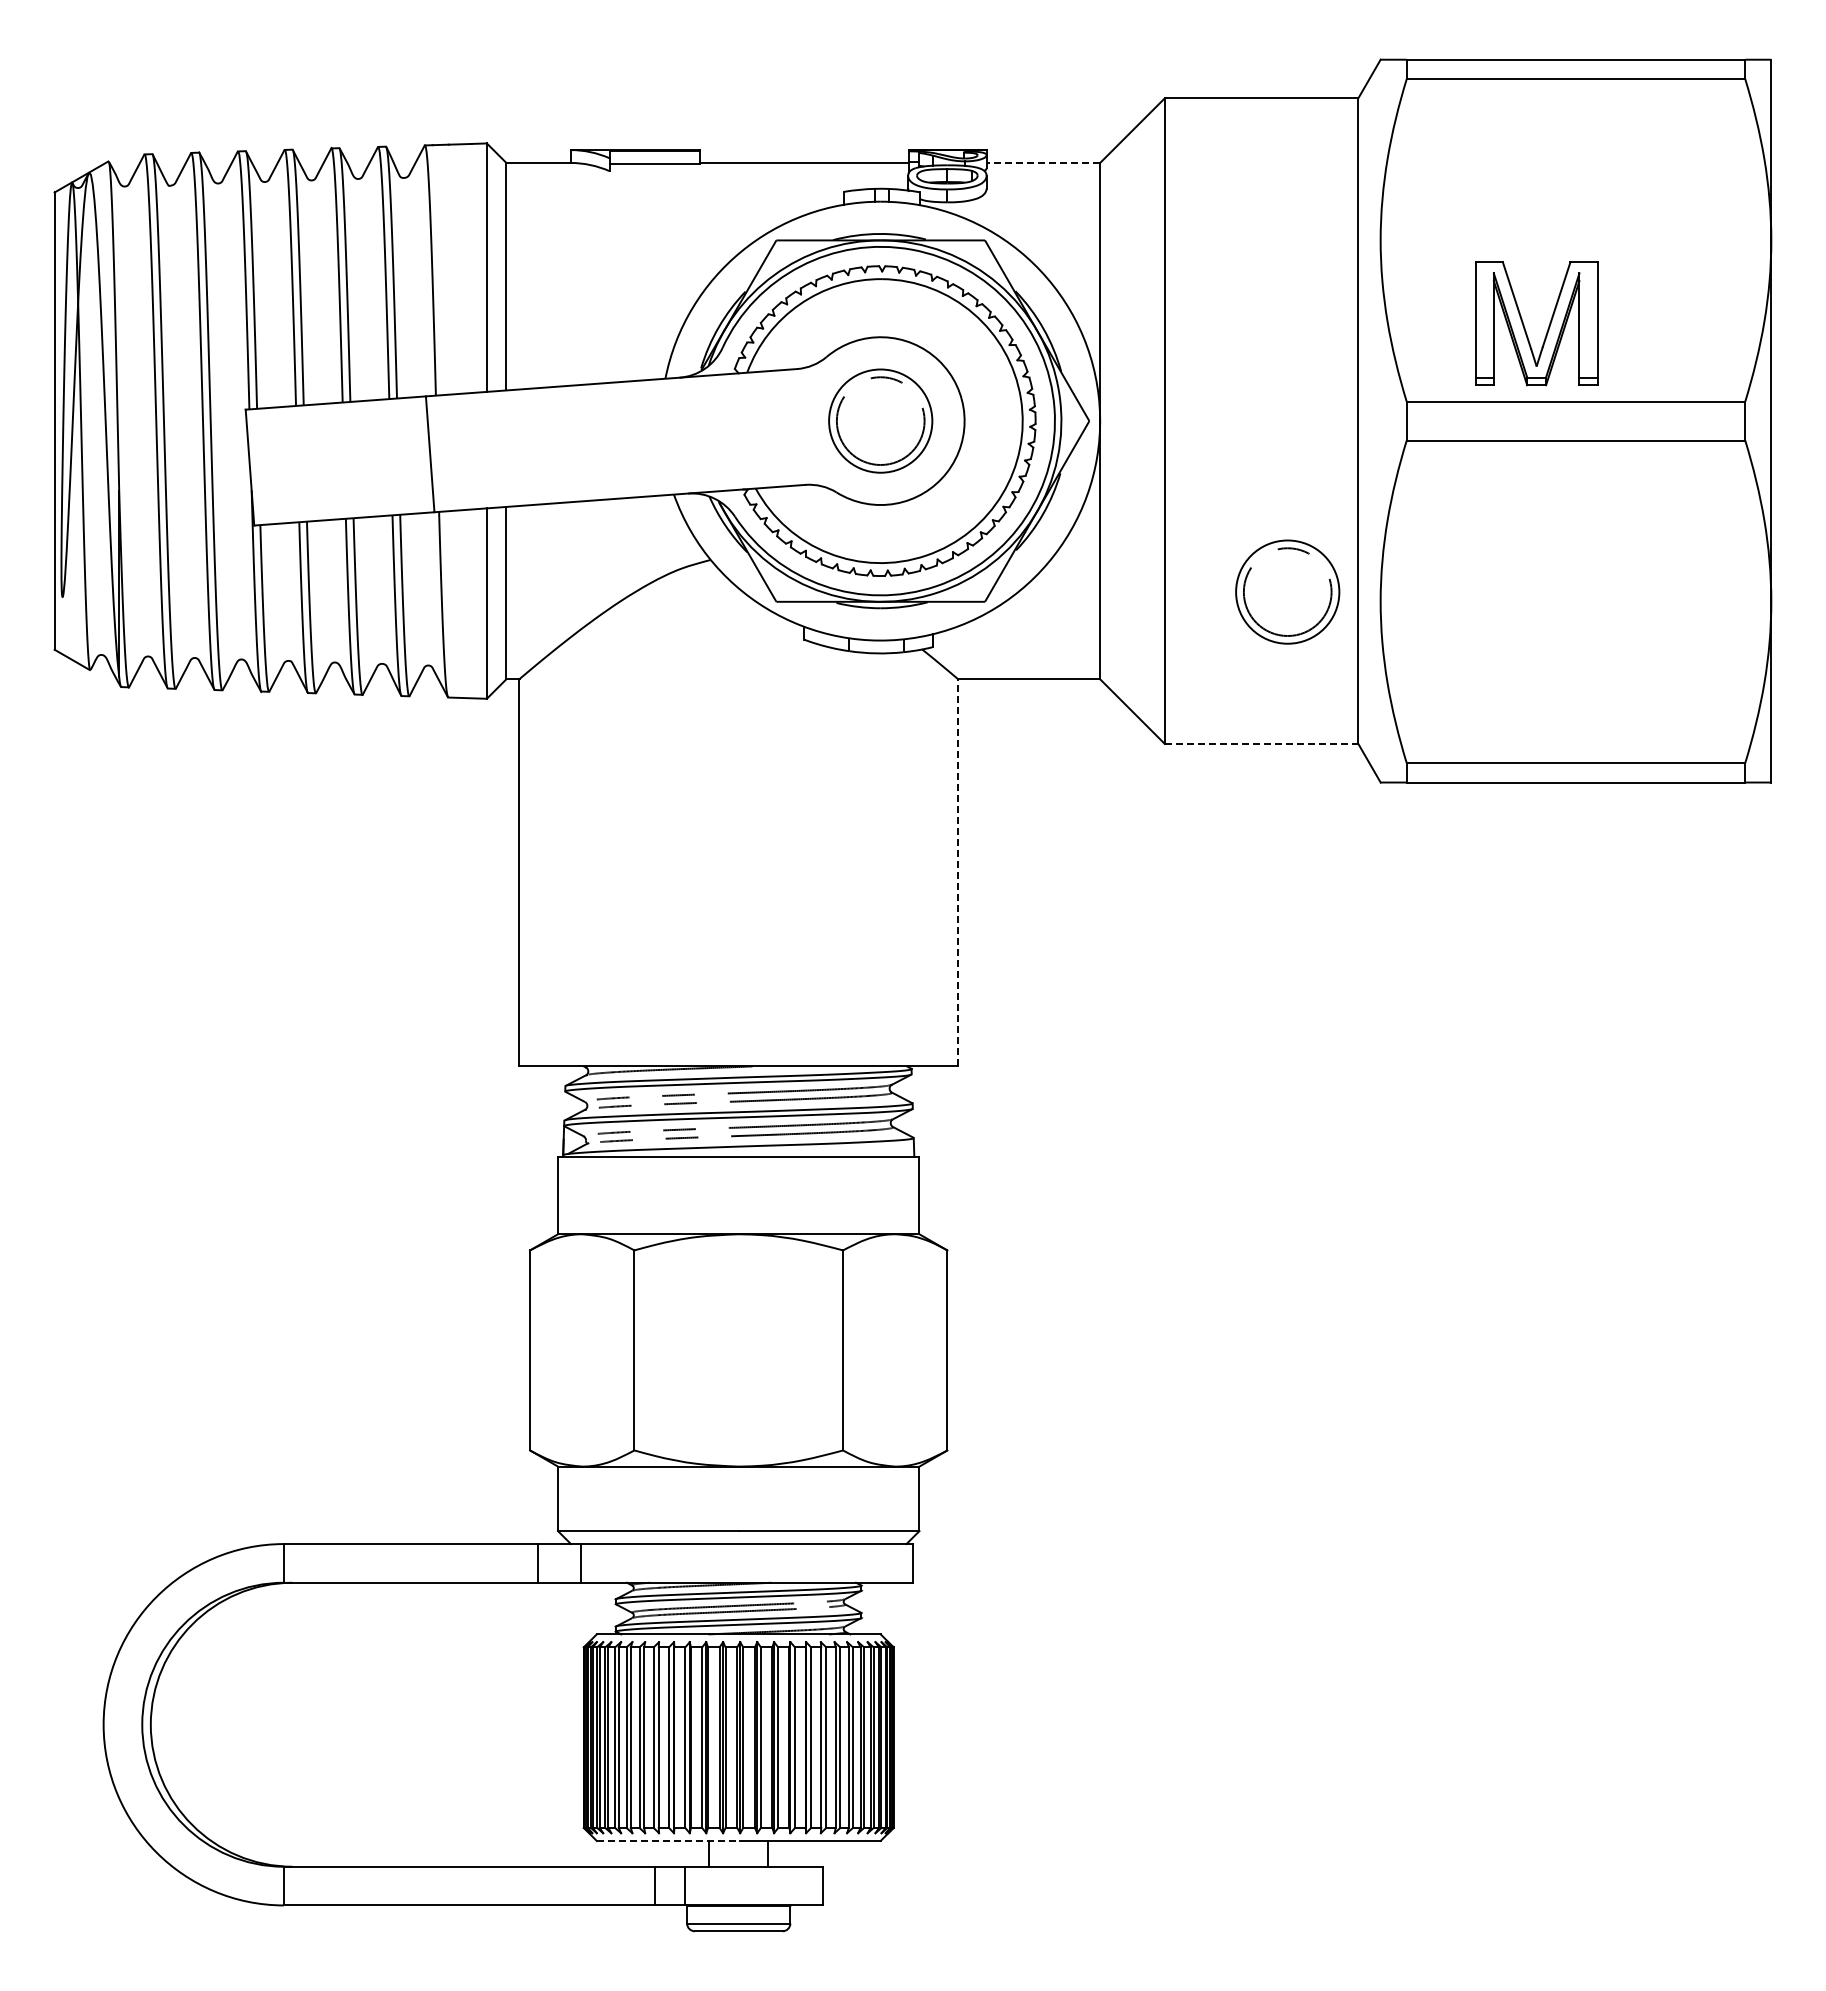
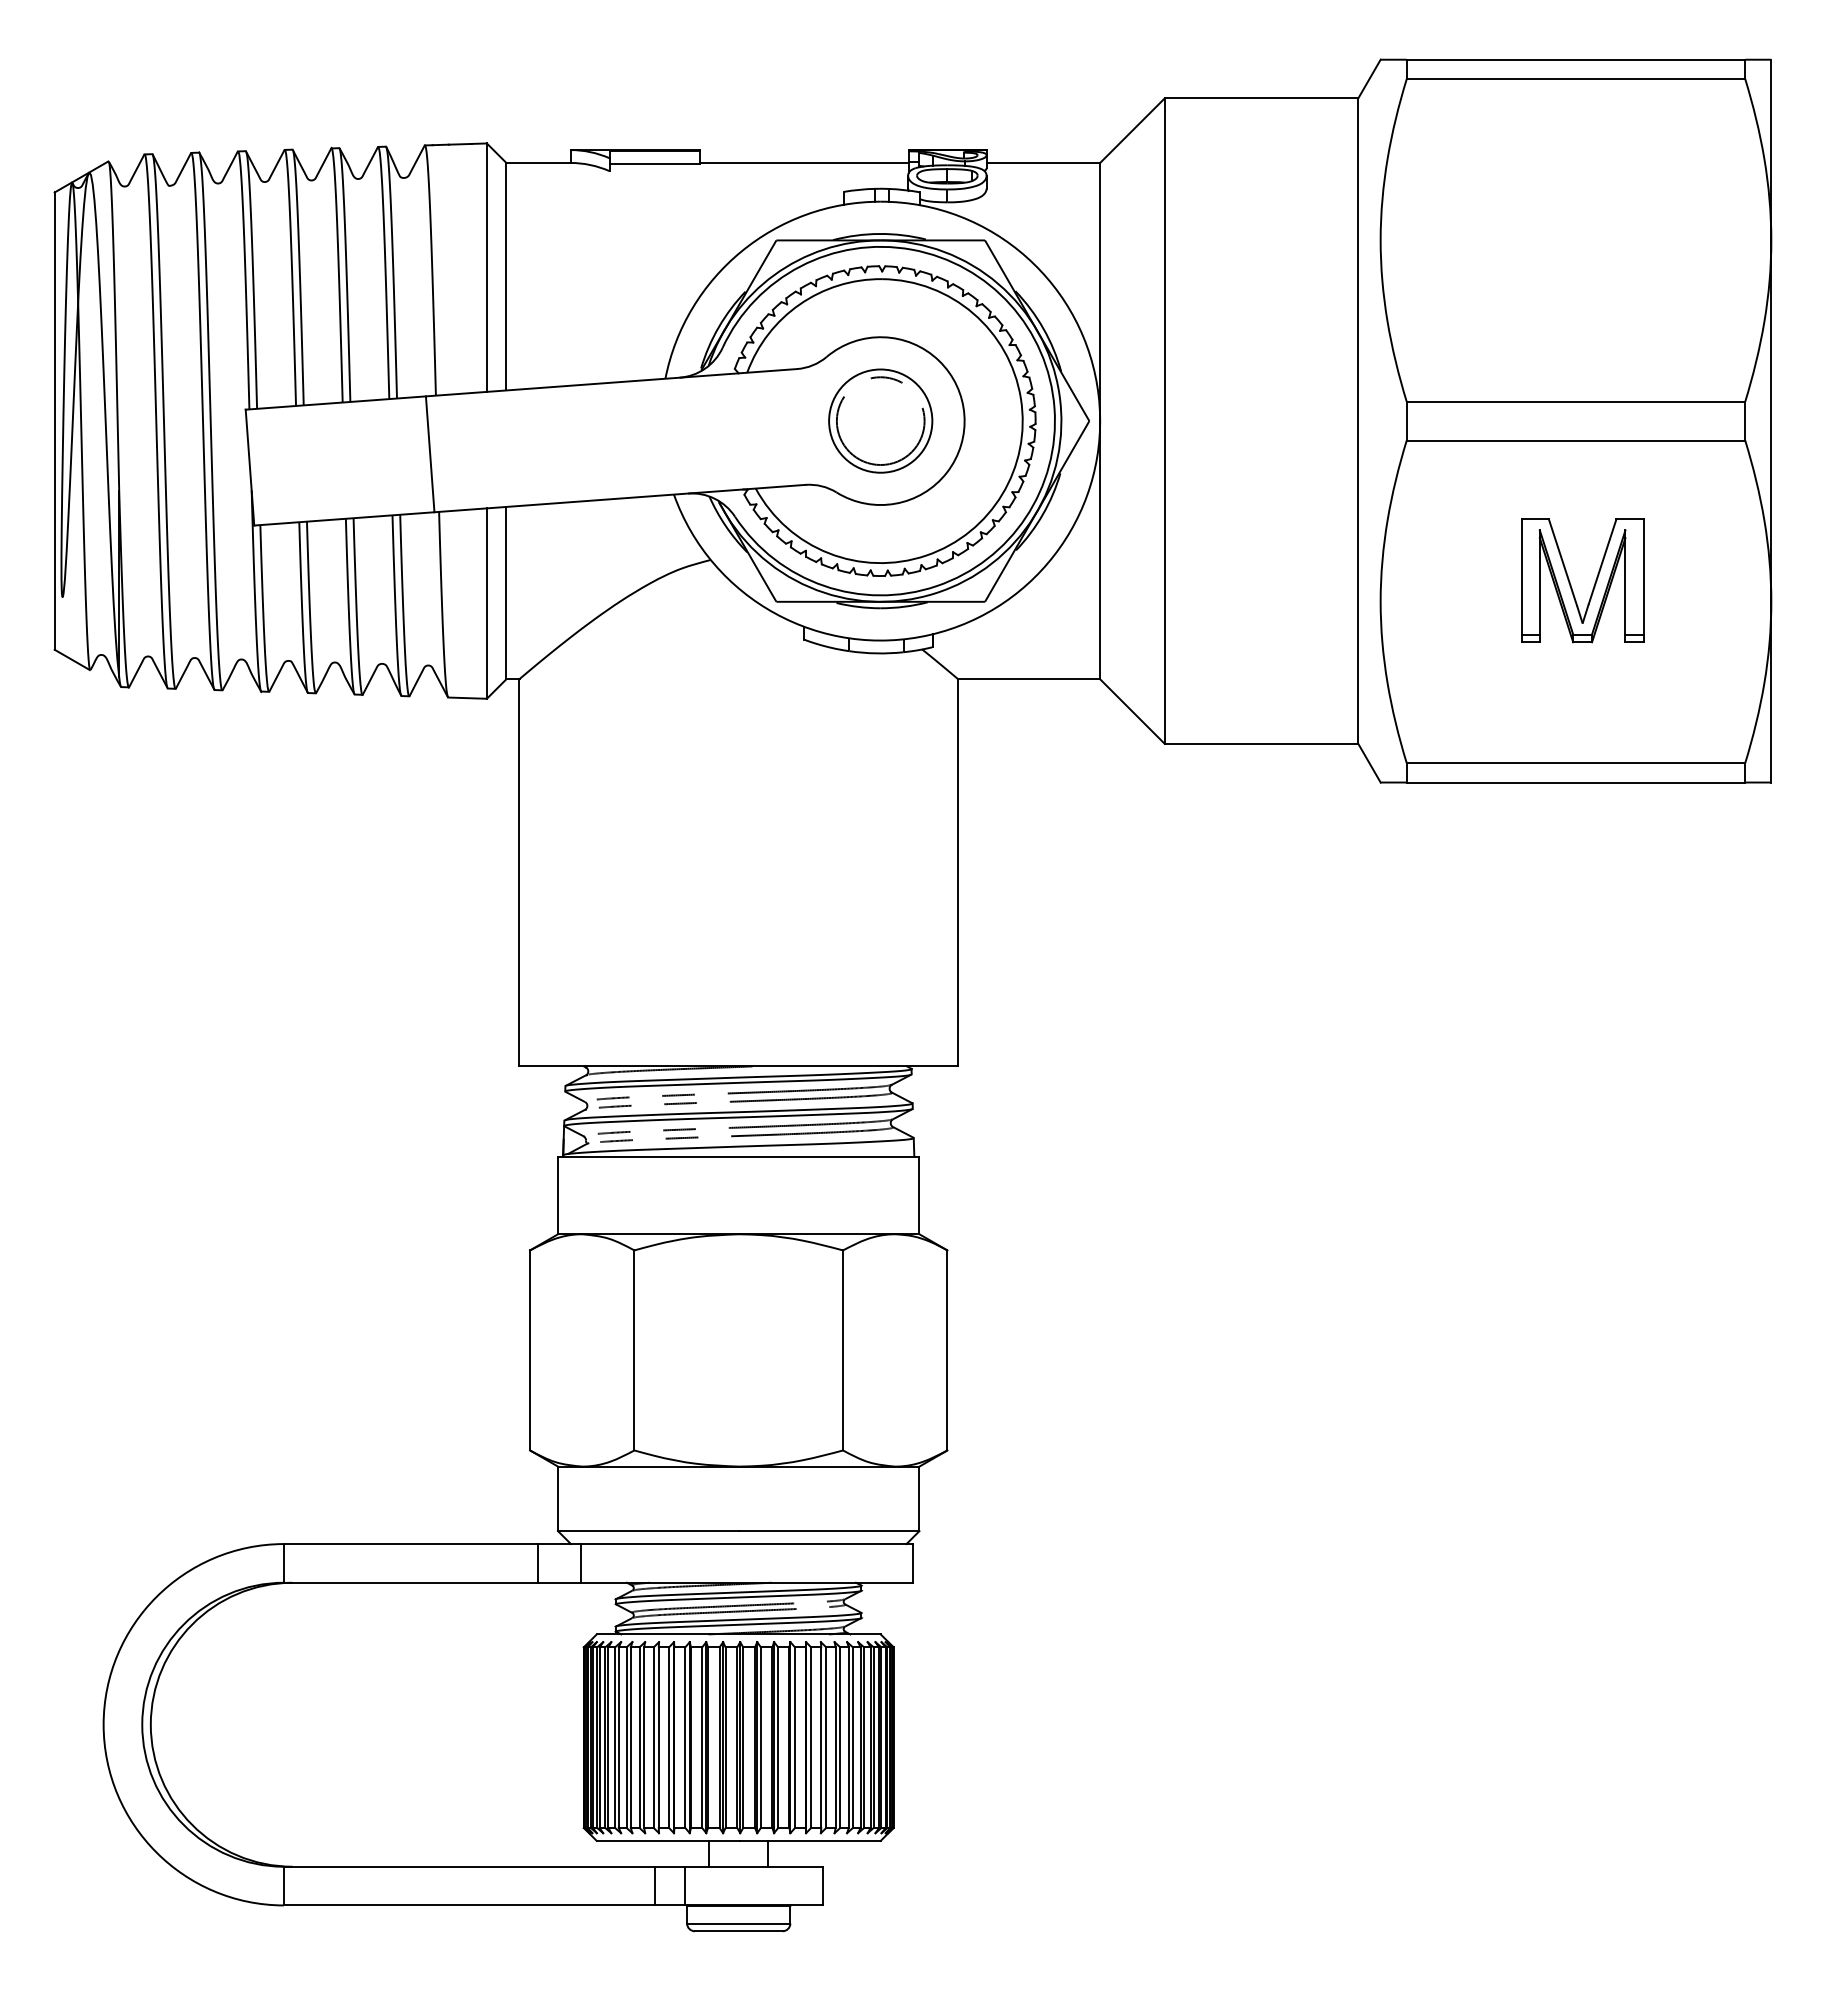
line at (1043, 162): dashed -> solid
part at (1525, 327) position: (1525, 327) -> (1571, 584)
part at (1287, 591): present -> none
line at (1261, 743): dashed -> solid
line at (958, 872): dashed -> solid
line at (668, 1840): dashed -> solid
